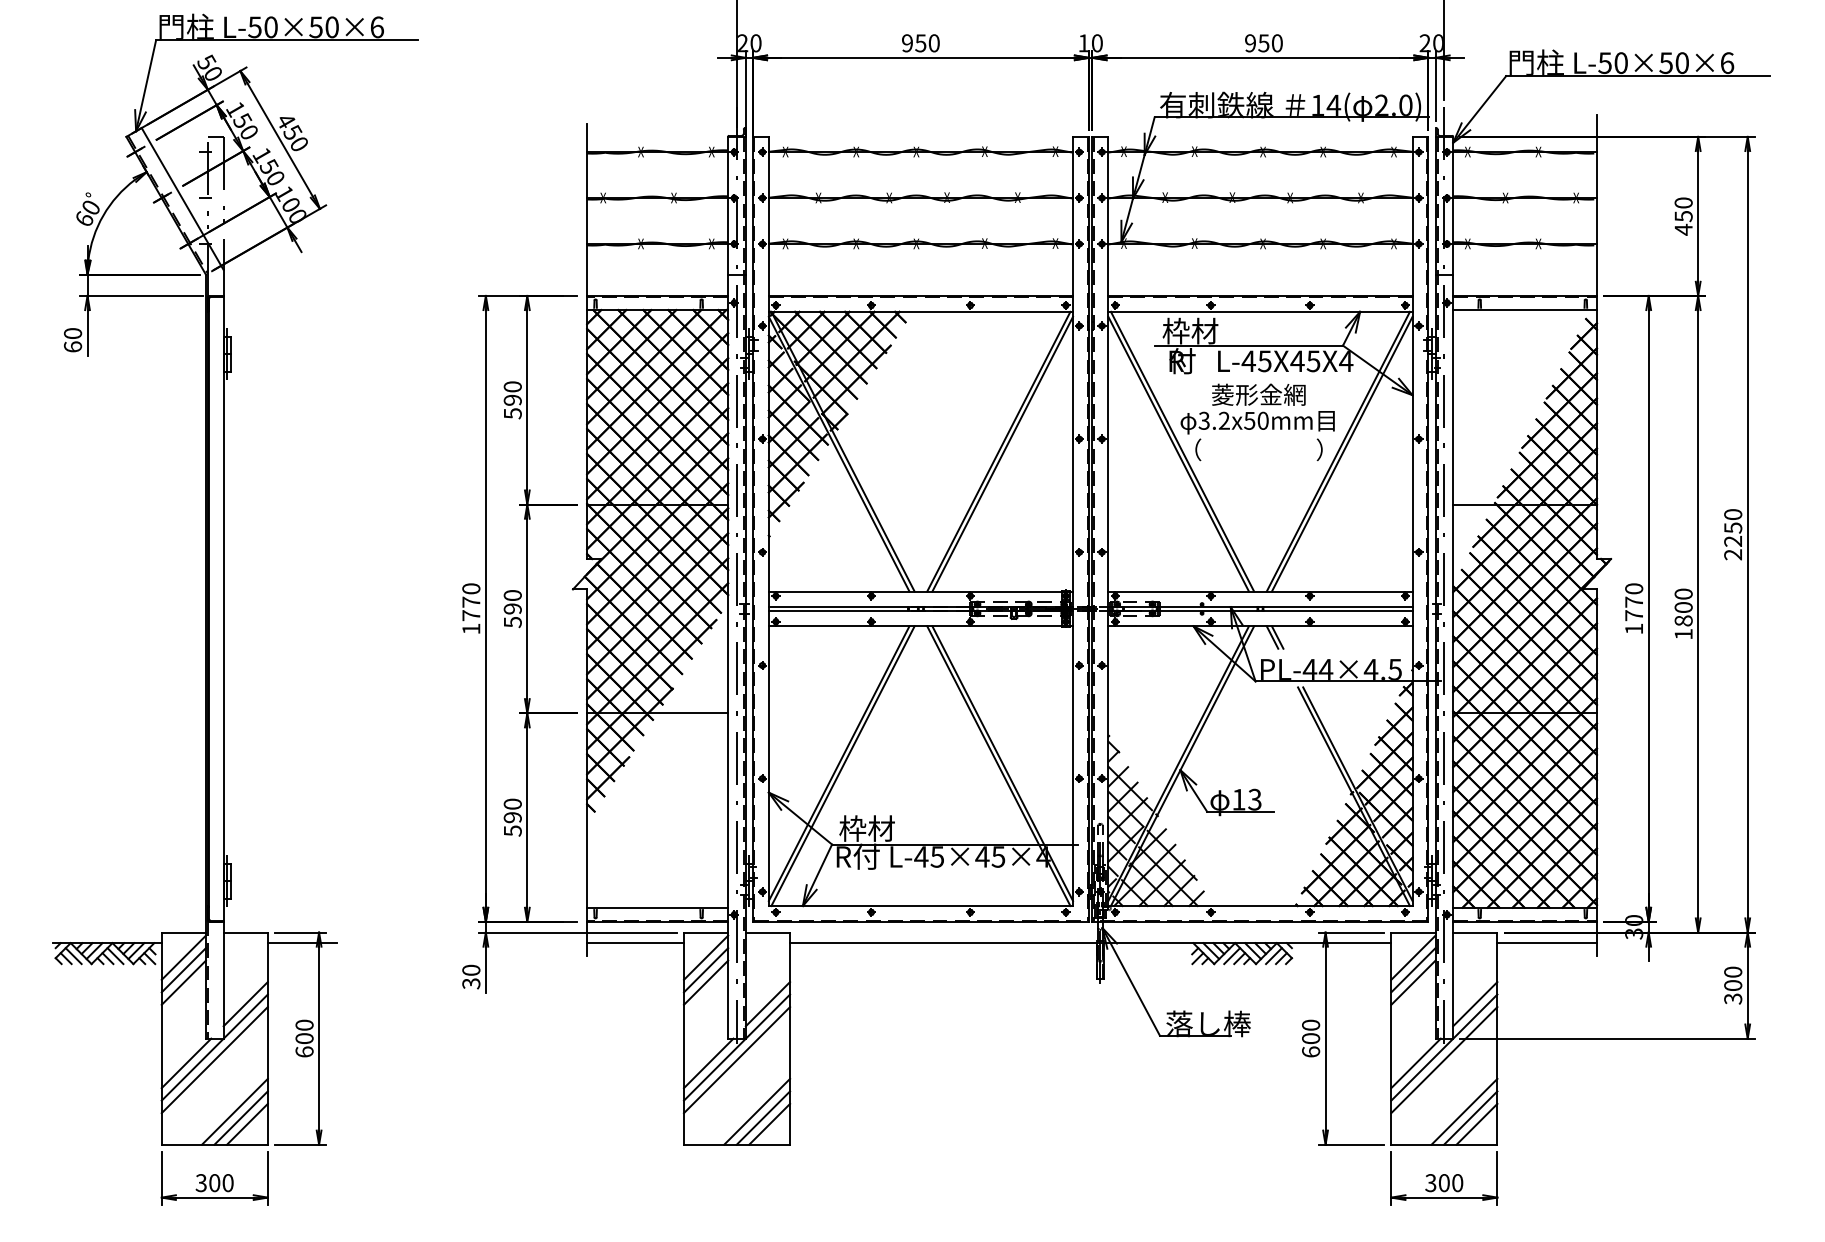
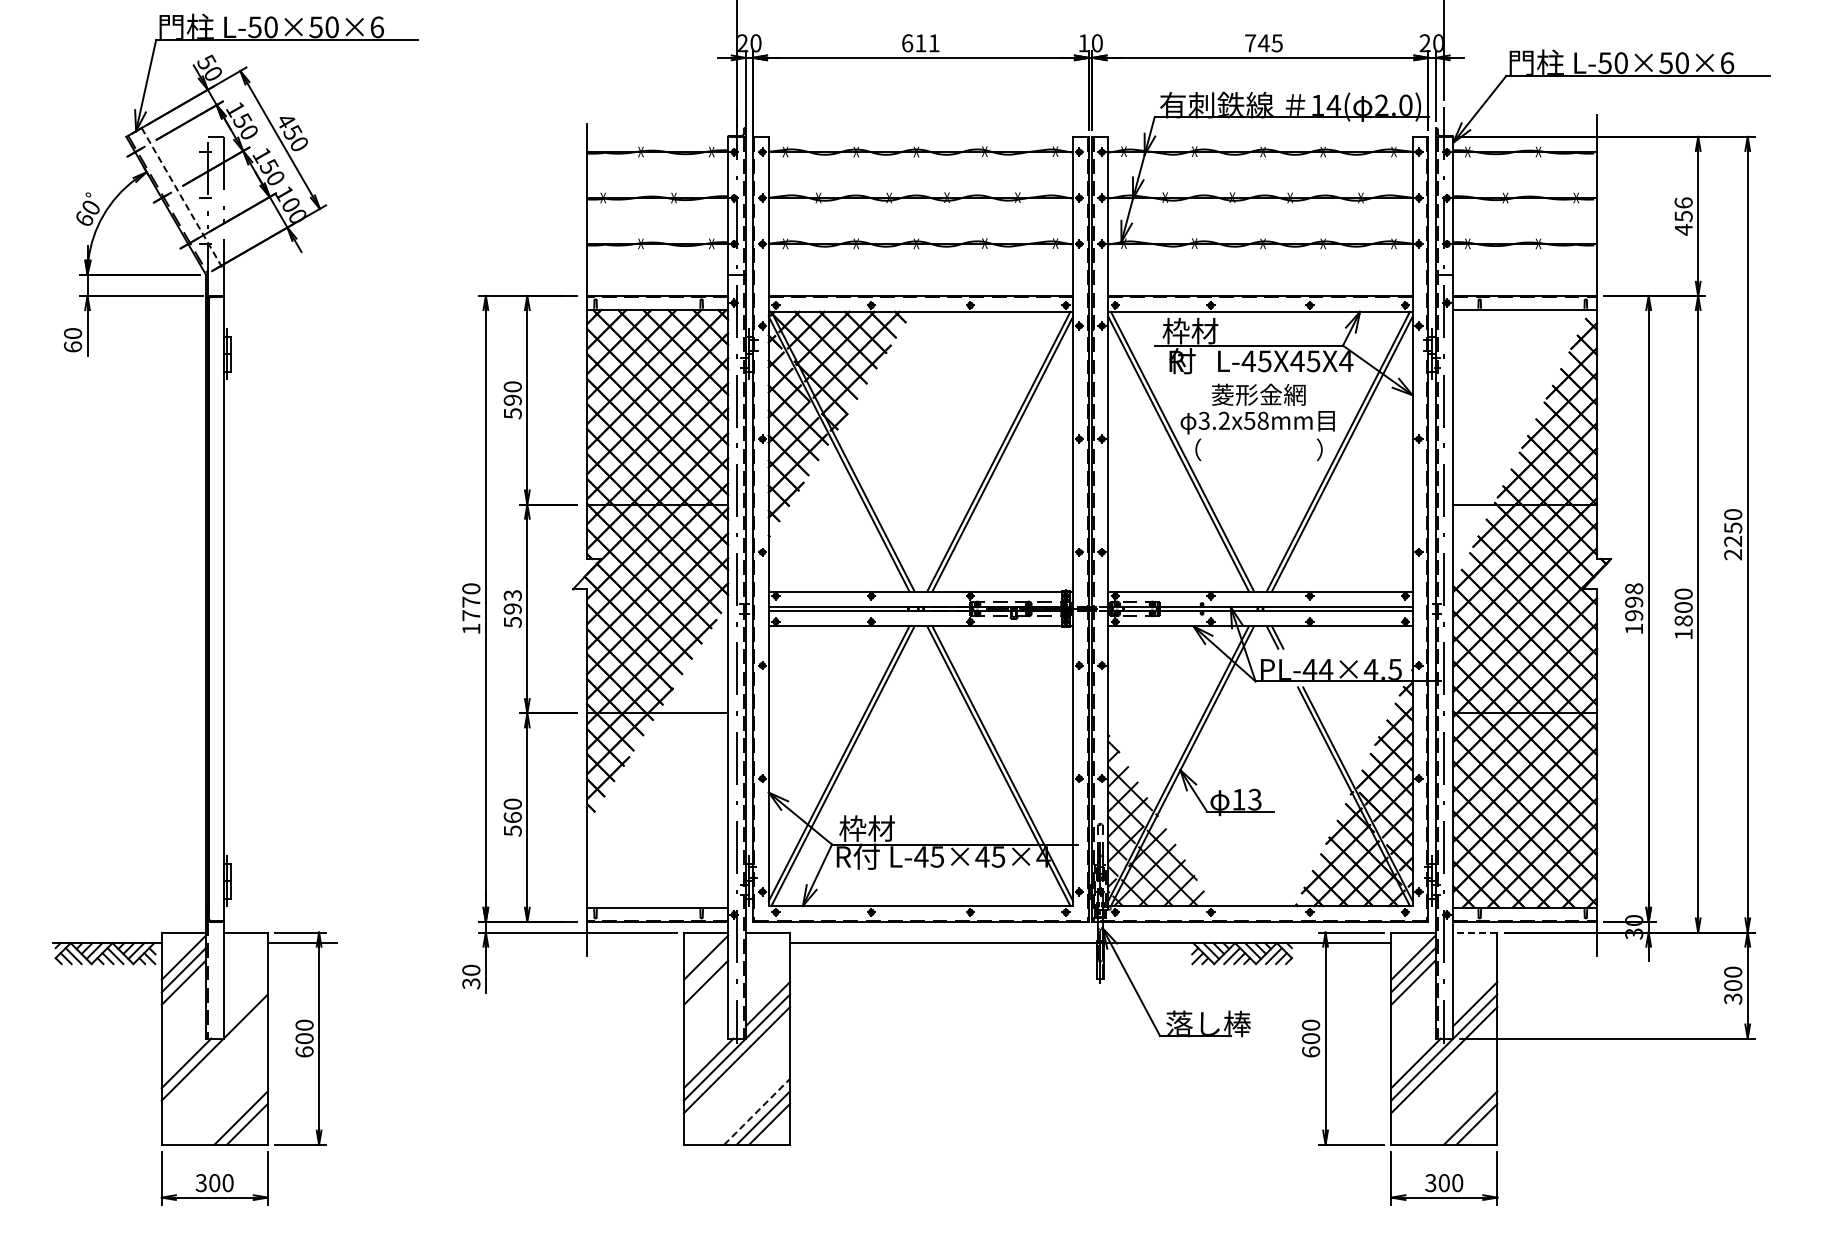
text at (920, 43): 950 -> 611
text at (1263, 43): 950 -> 745
line at (182, 199): solid -> dashed
text at (1683, 202): 450 -> 456
text at (1262, 420): 3.2x50mm -> 3.2x58mm
text at (512, 595): 590 -> 593
text at (1634, 602): 1770 -> 1998
text at (512, 817): 590 -> 560
line at (1474, 932): solid -> dashed
line at (635, 943): present -> none
line at (1546, 943): present -> none
line at (705, 970): present -> none
line at (245, 1004): present -> none
line at (214, 1060): present -> none
line at (234, 1111): present -> none
line at (757, 1111): solid -> dashed
line at (1464, 1111): present -> none
